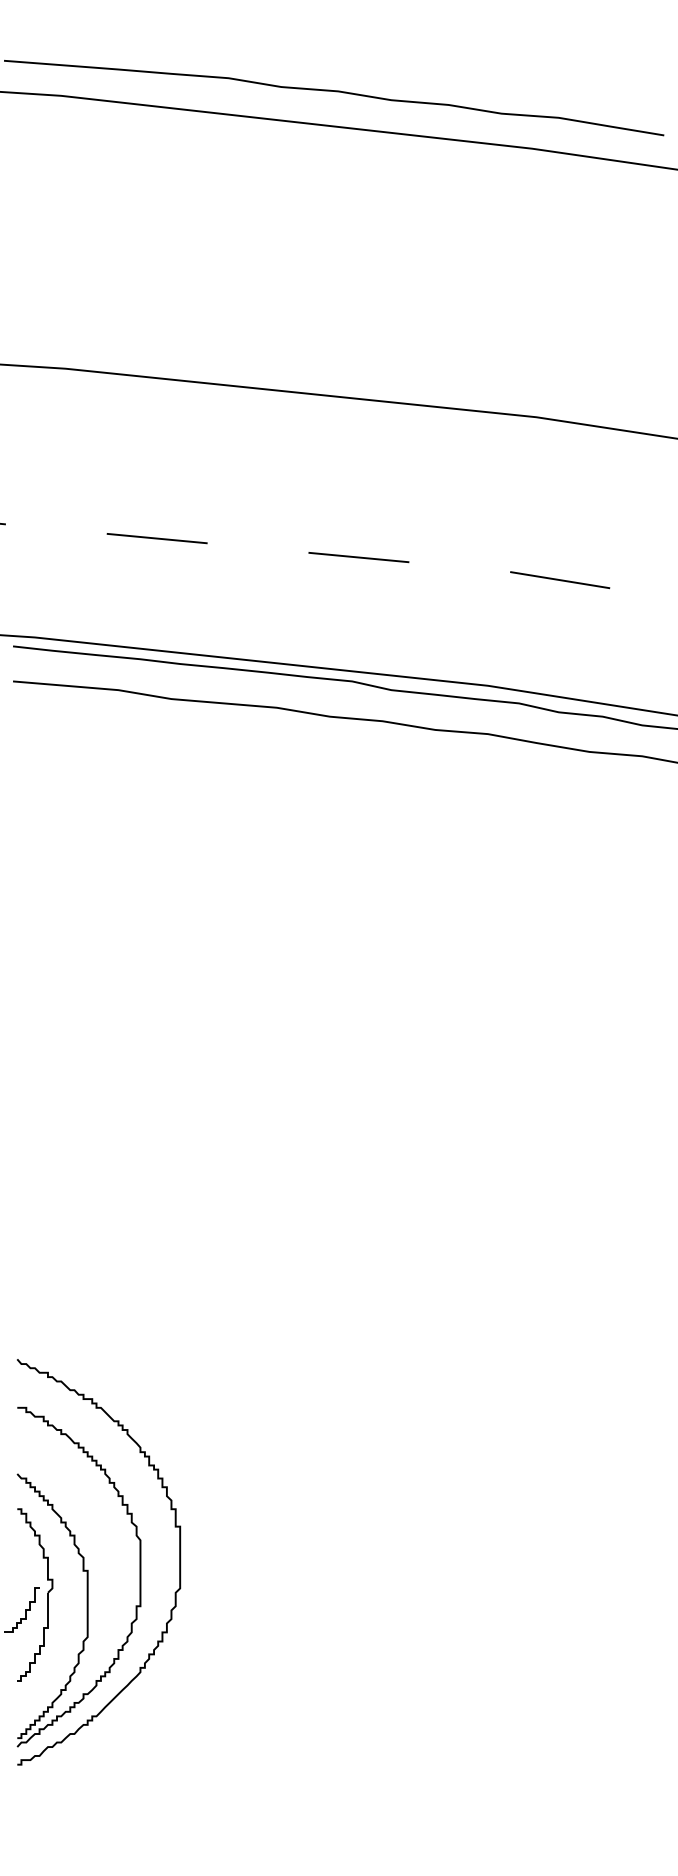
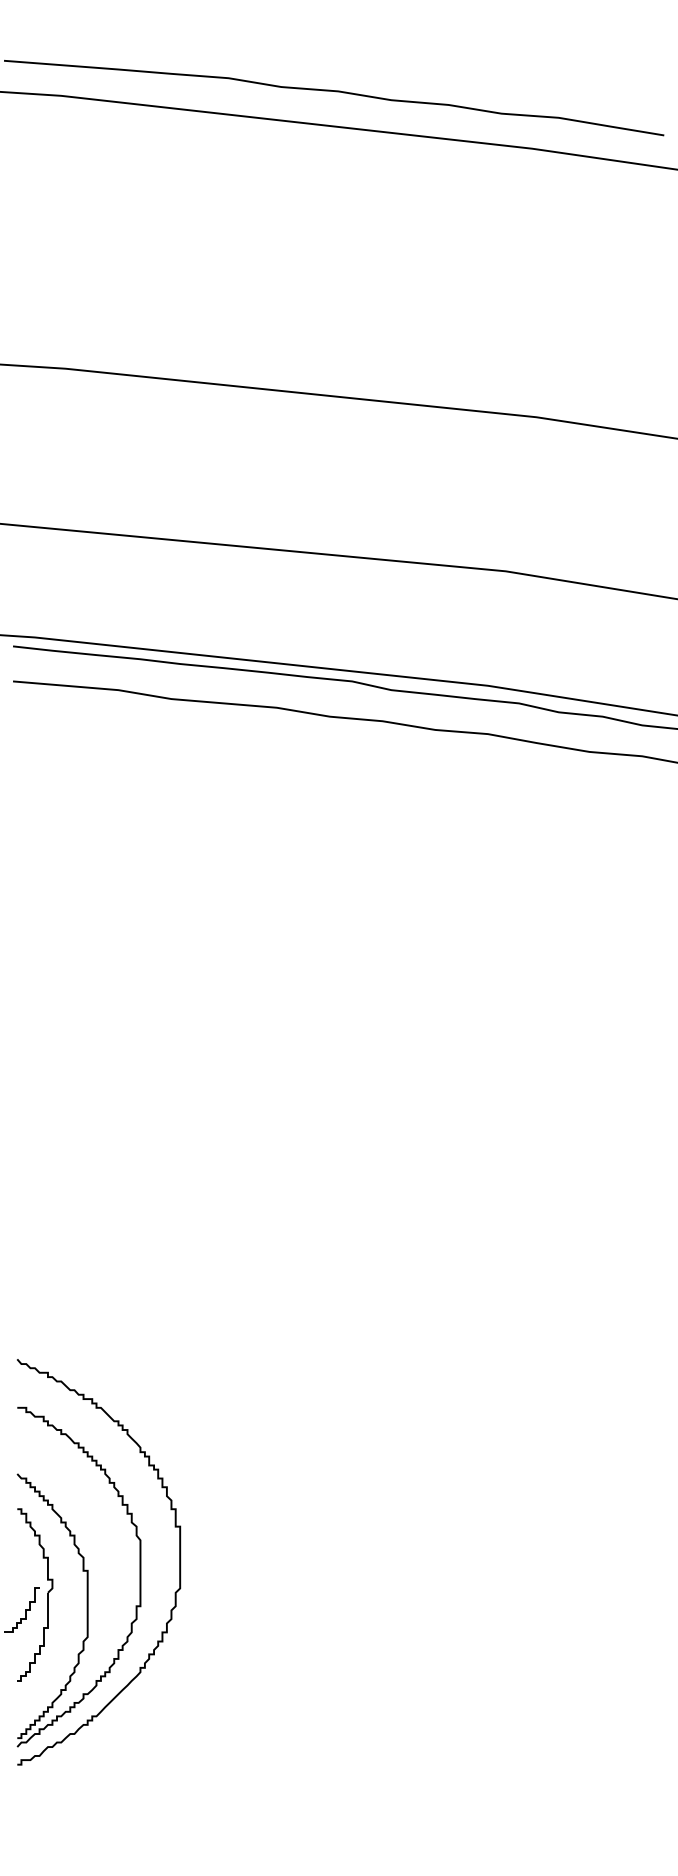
line at (339, 555): dashed -> solid
